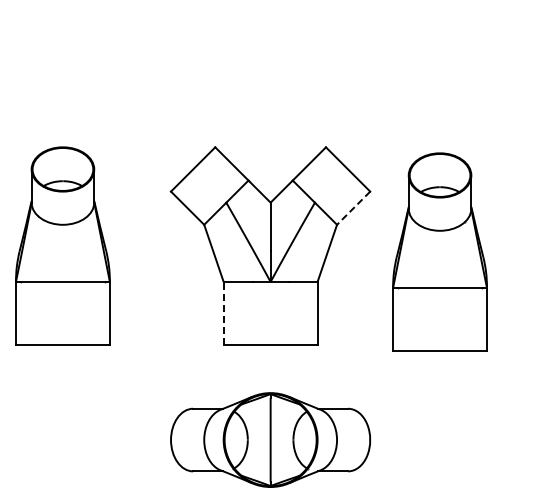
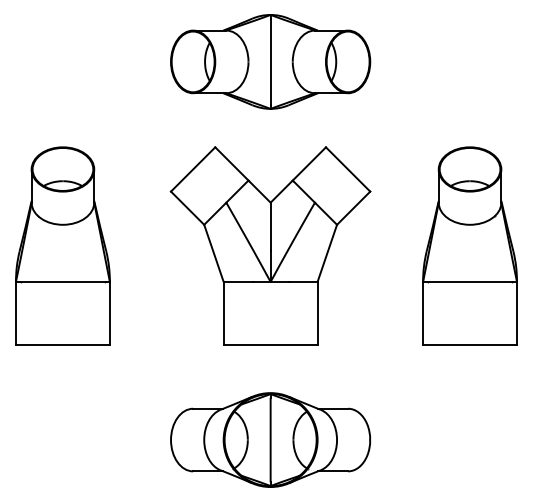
part at (270, 61): none -> present
line at (353, 208): dashed -> solid
part at (439, 251) position: (439, 251) -> (469, 245)
line at (223, 312): dashed -> solid
